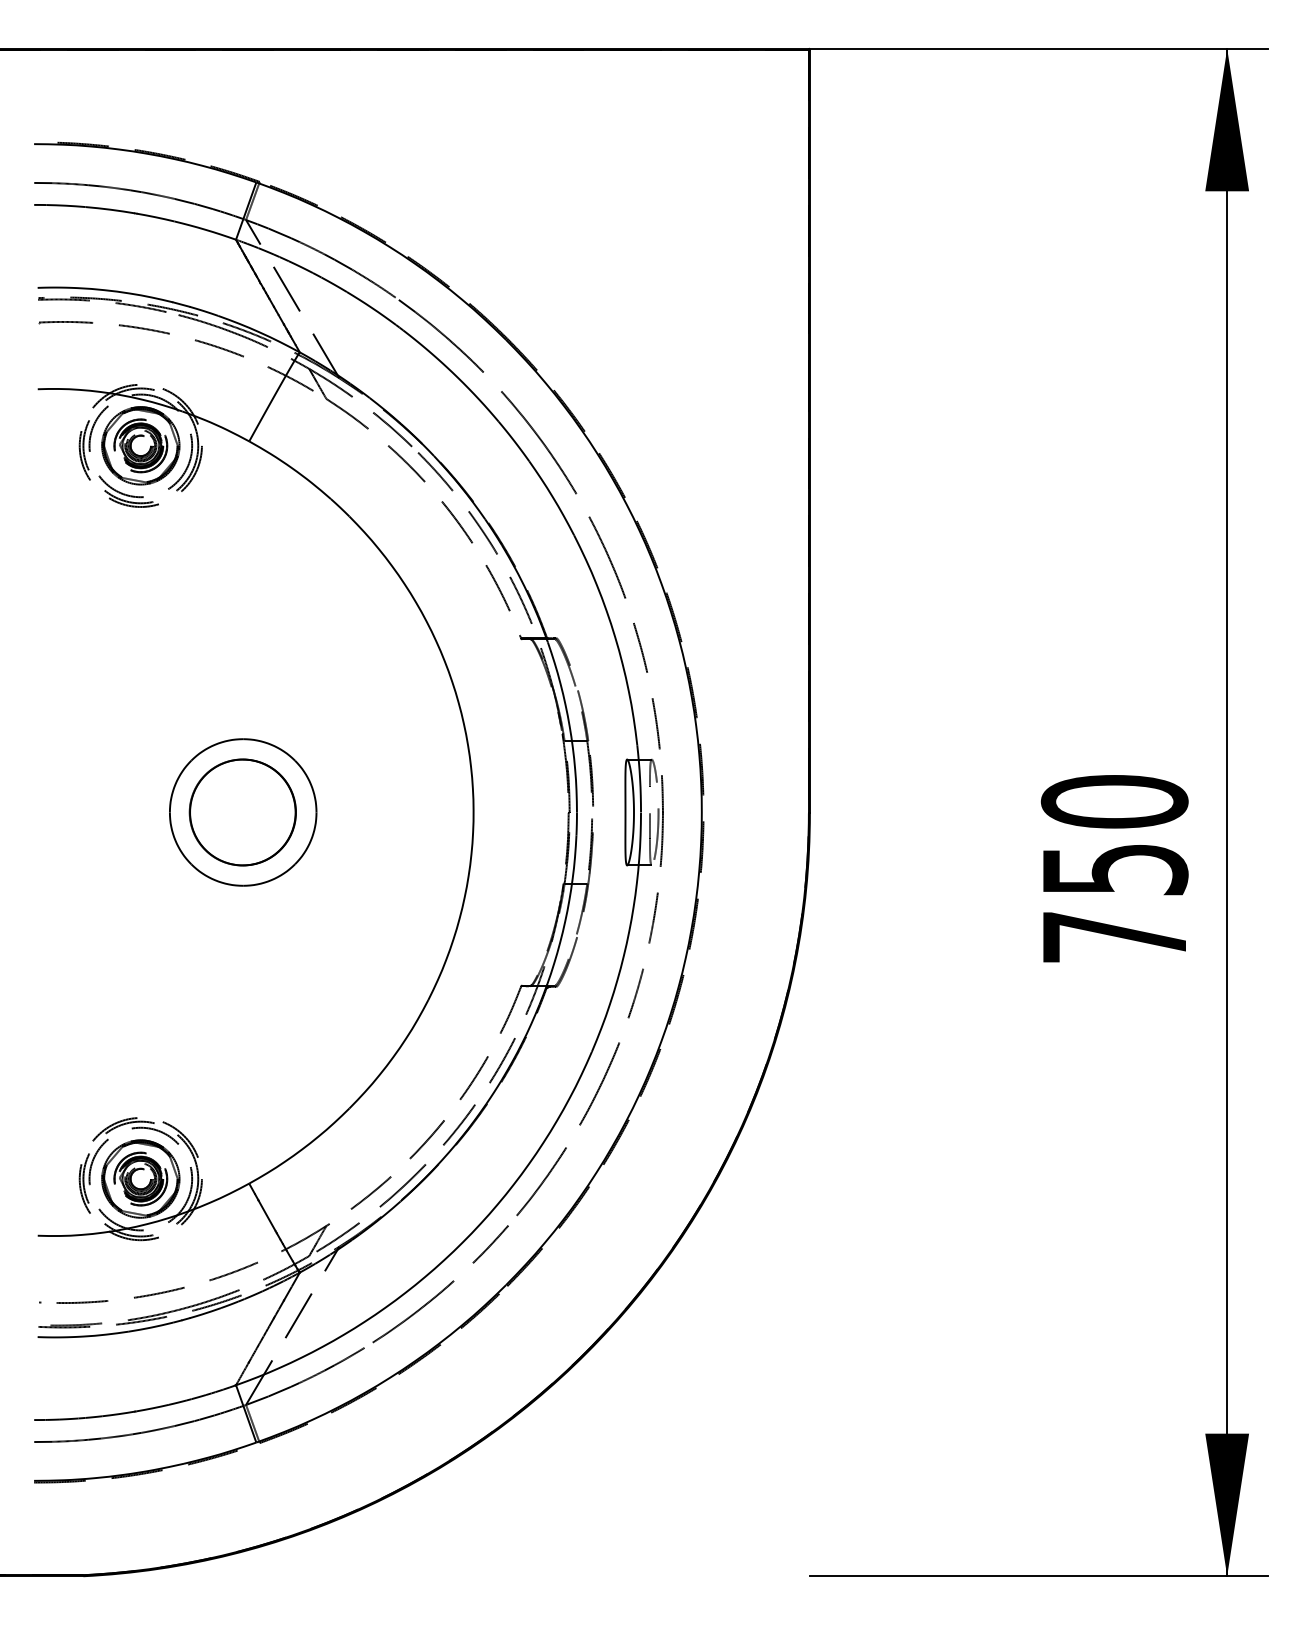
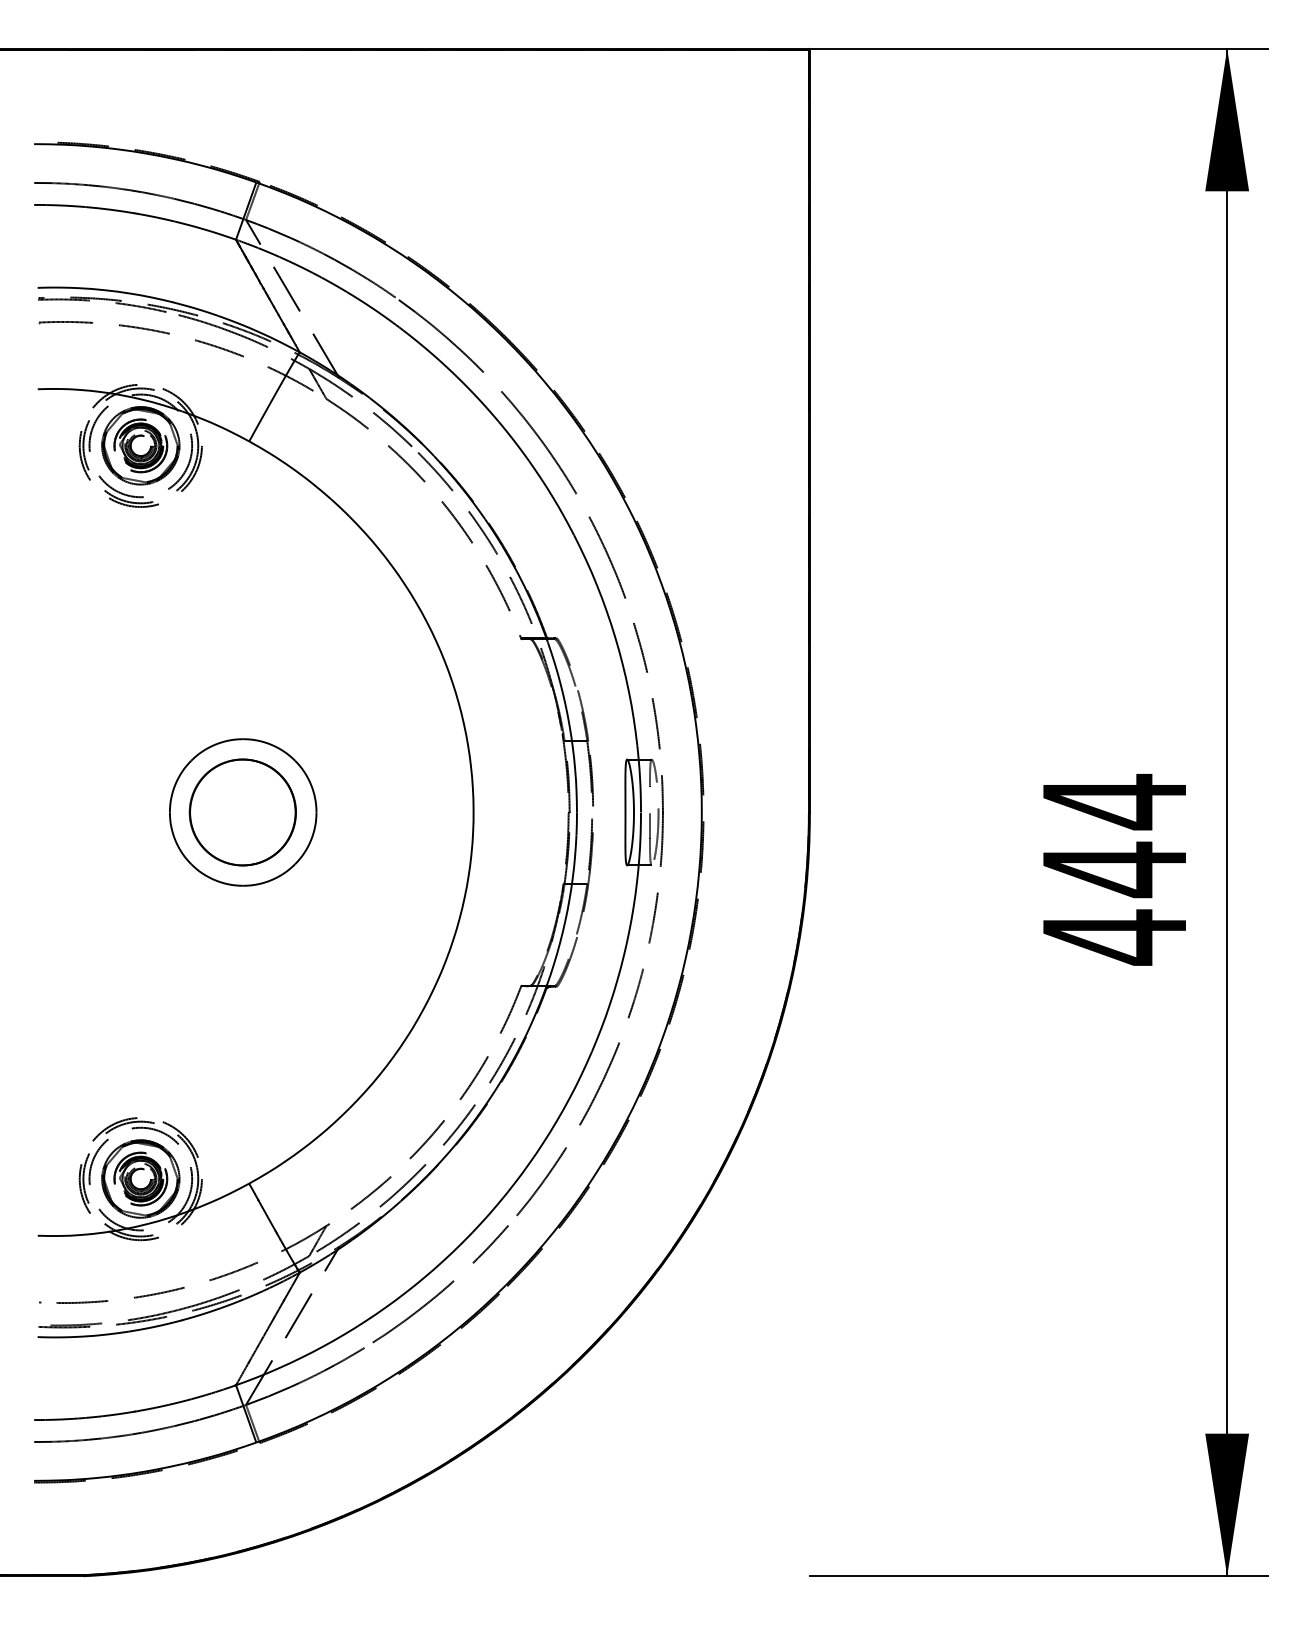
text at (1114, 869): 750 -> 444
